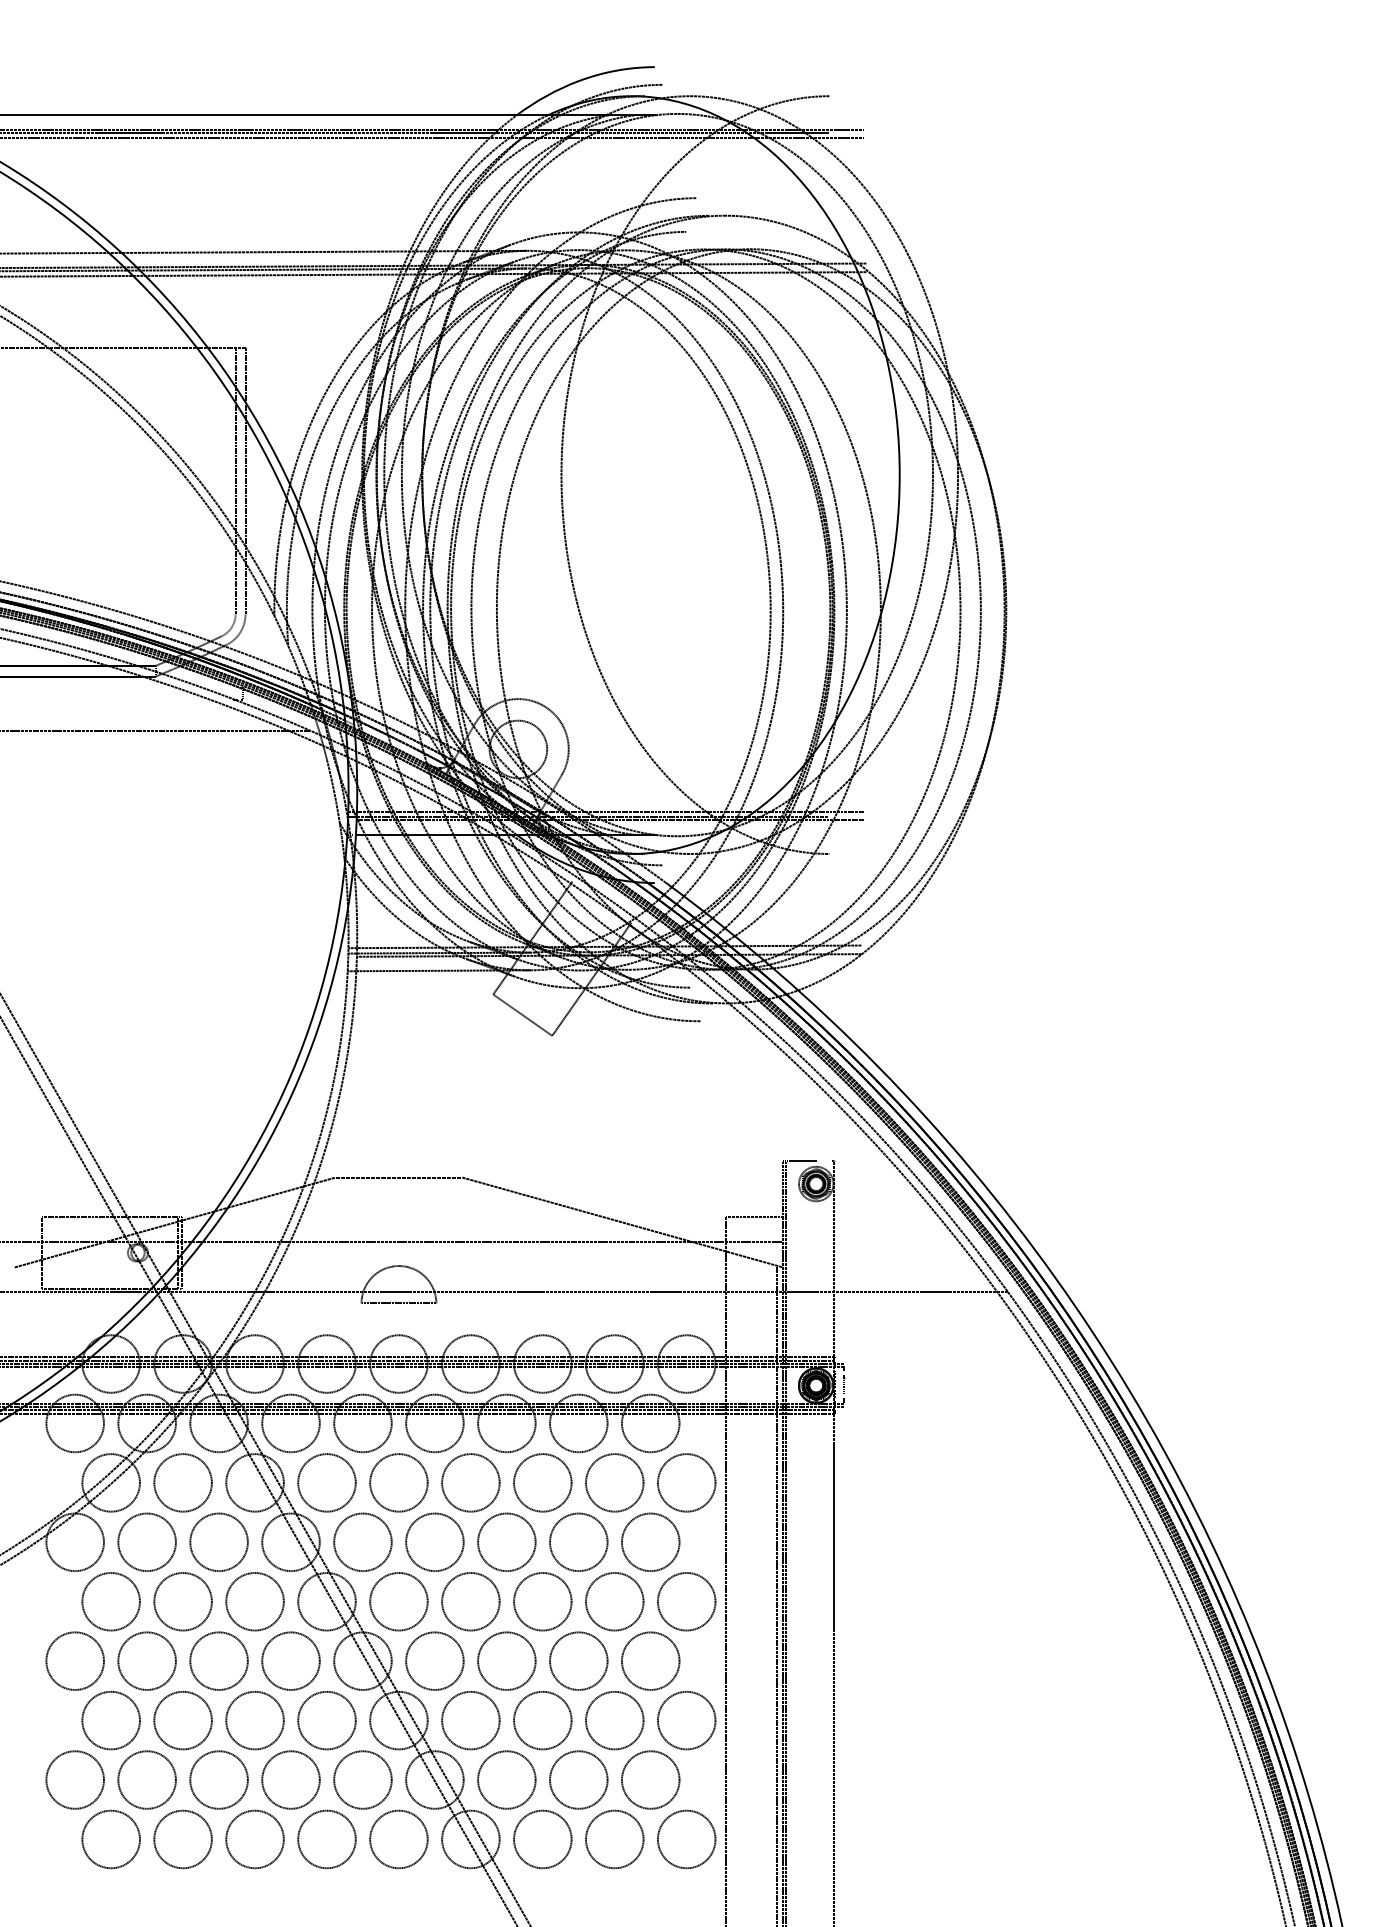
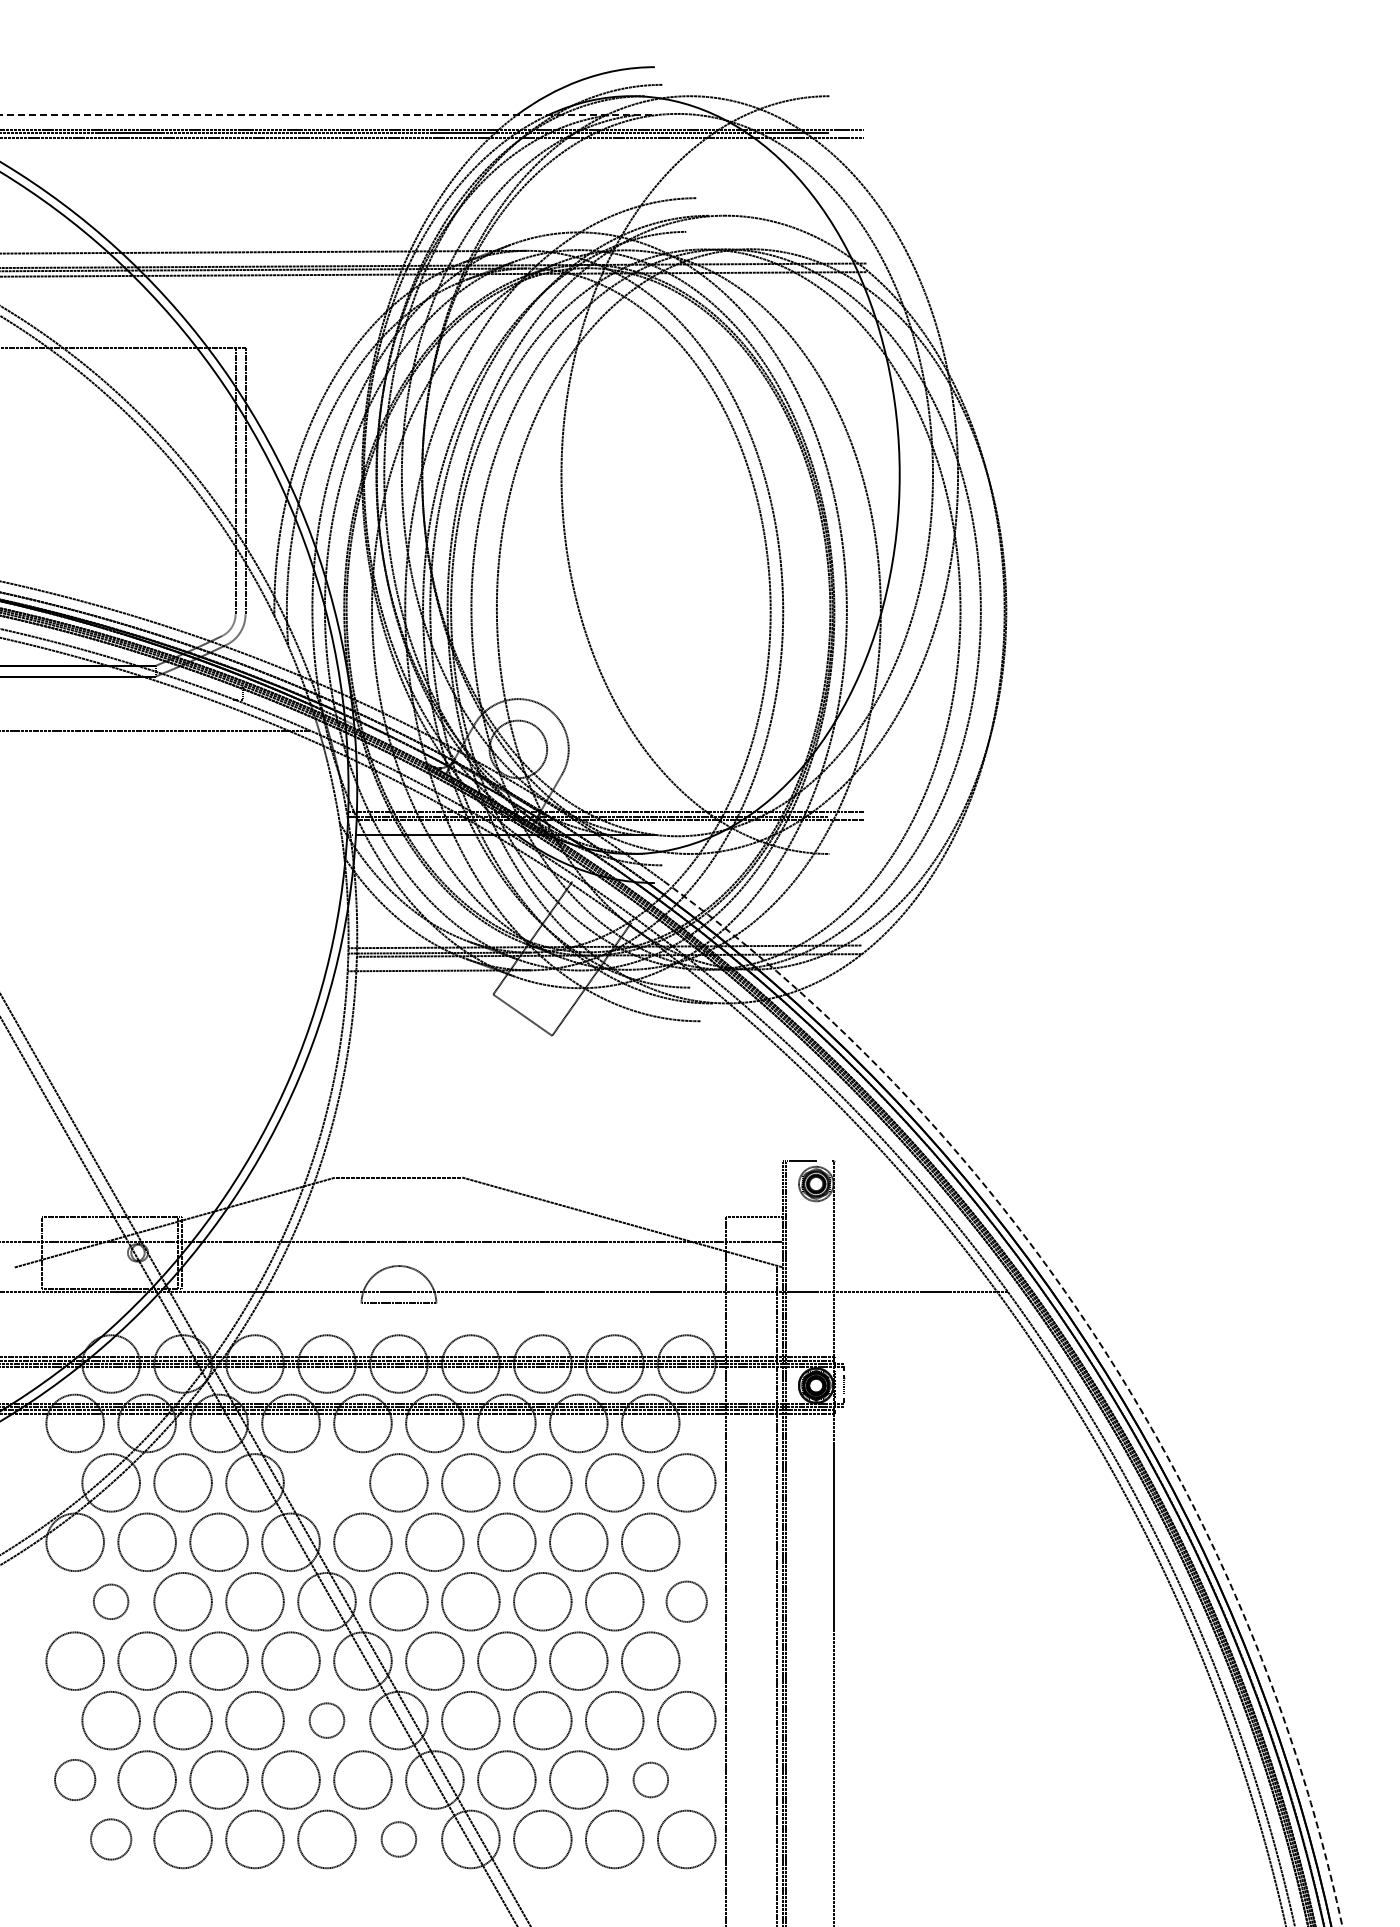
line at (327, 115): solid -> dashed
arc at (1098, 1340): solid -> dashed
circle at (326, 1482): present -> none
circle at (110, 1601) size: 60x60 px -> 37x37 px
circle at (686, 1601) diameter: 58 px -> 40 px
circle at (326, 1720) diameter: 58 px -> 35 px
circle at (74, 1779) diameter: 58 px -> 40 px
circle at (650, 1779) size: 60x60 px -> 37x38 px
circle at (110, 1839) diameter: 58 px -> 40 px
circle at (398, 1839) diameter: 58 px -> 35 px
